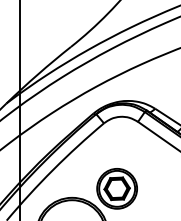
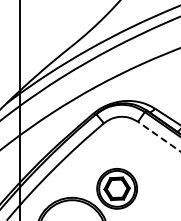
line at (159, 136): solid -> dashed
